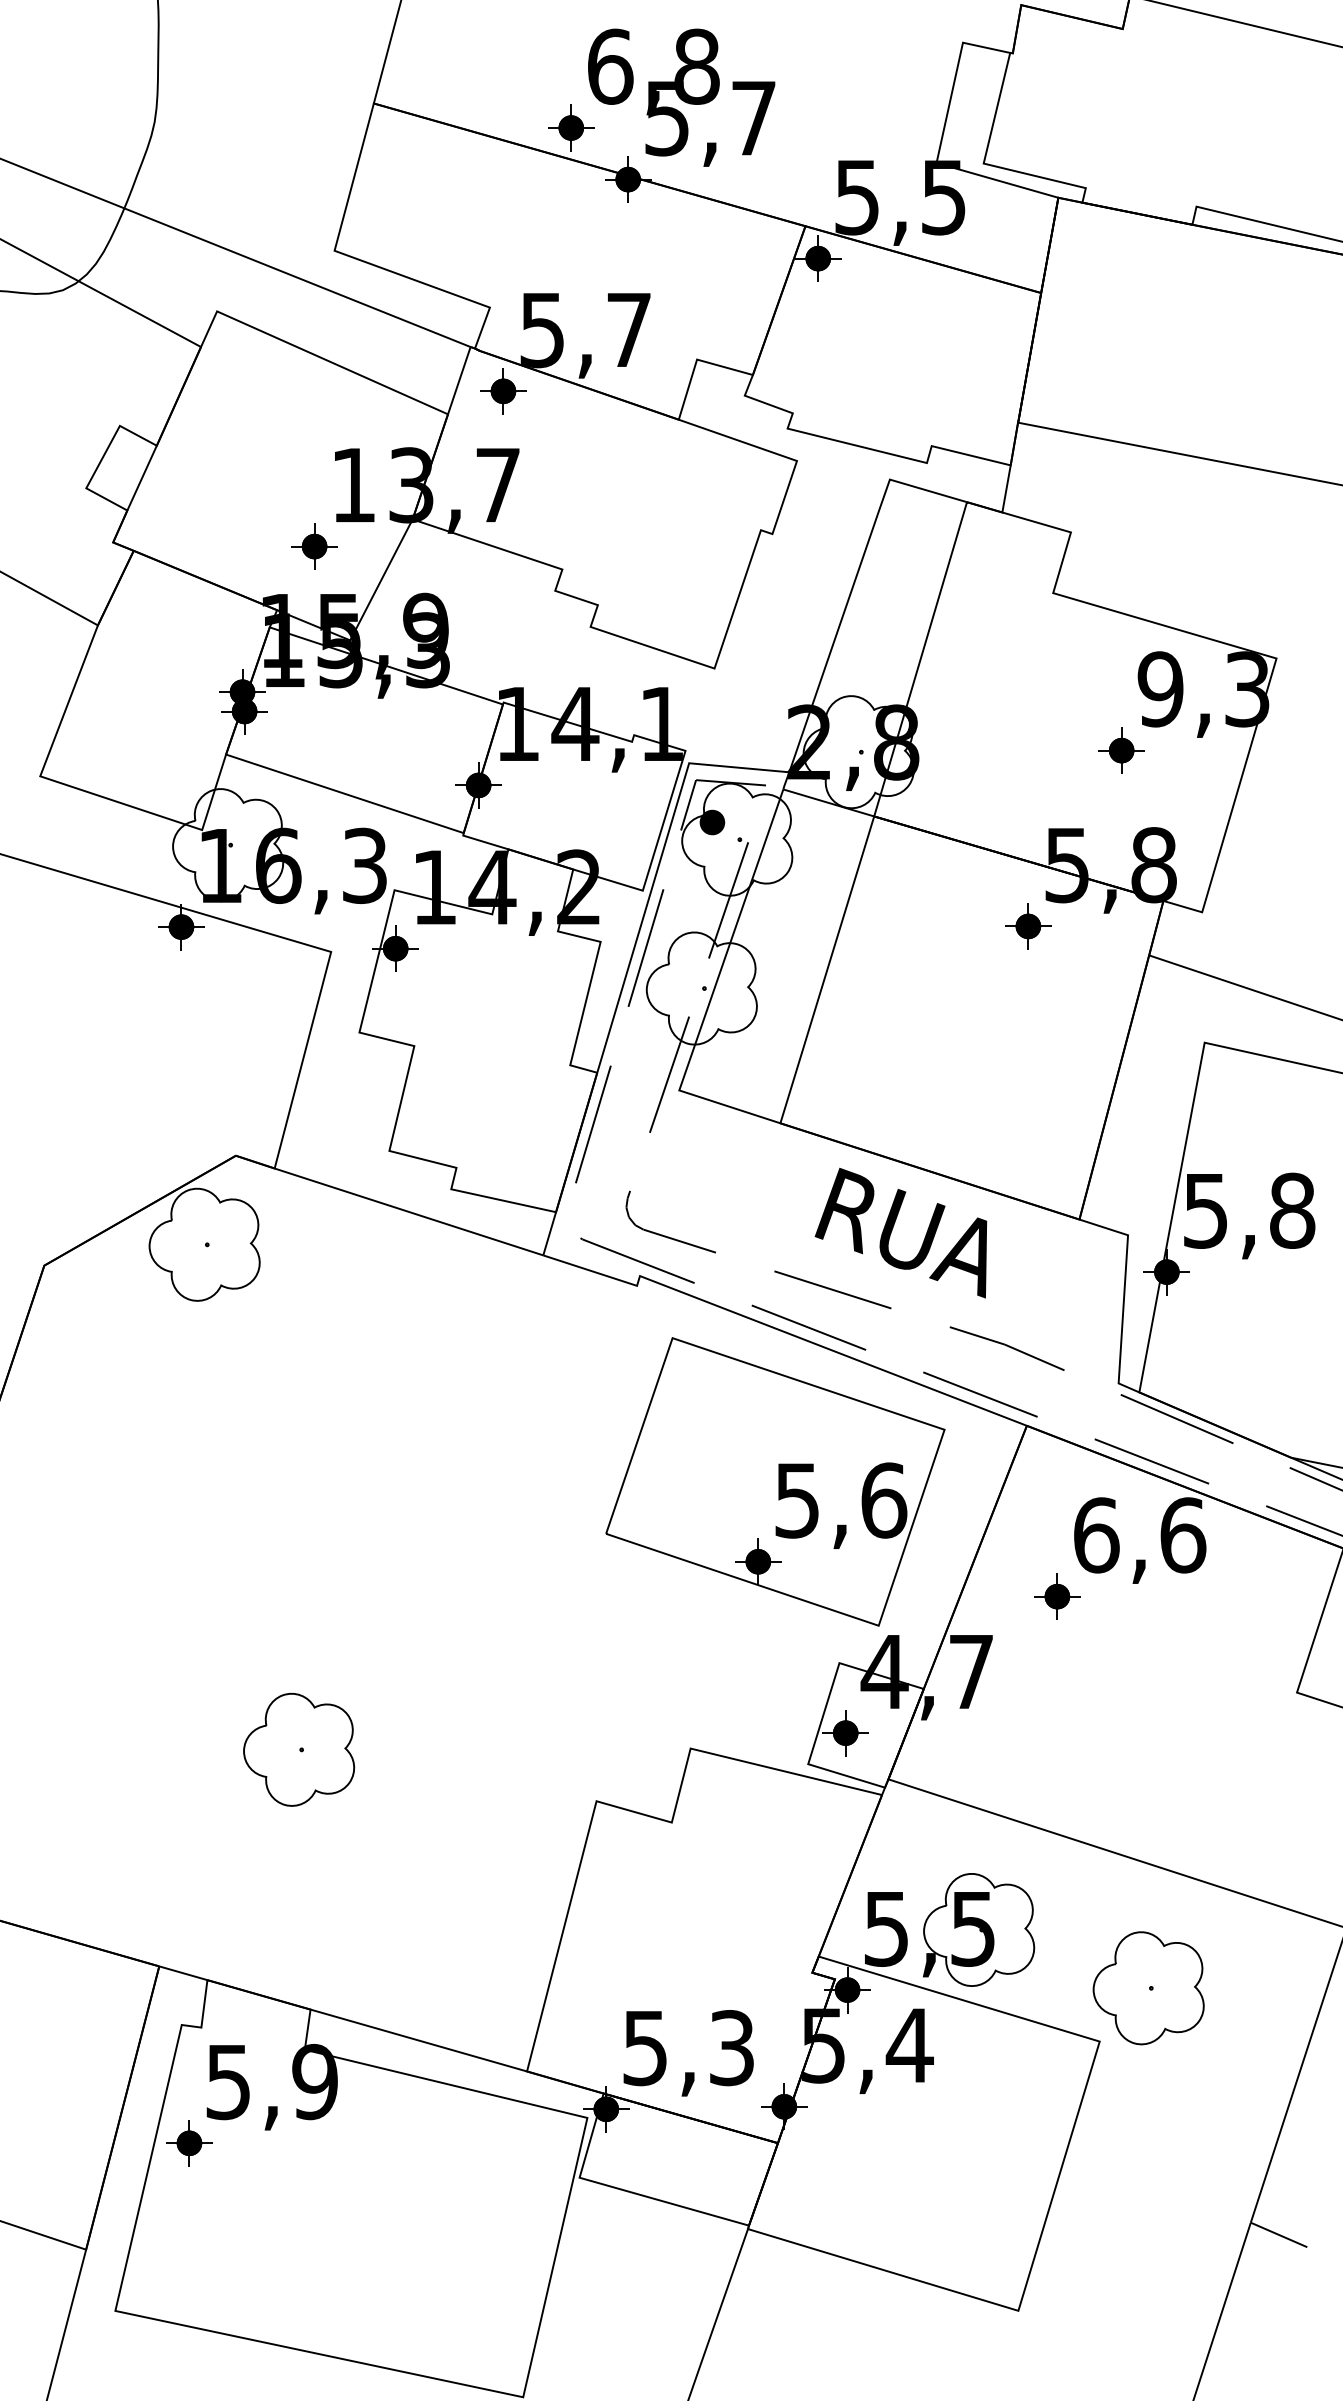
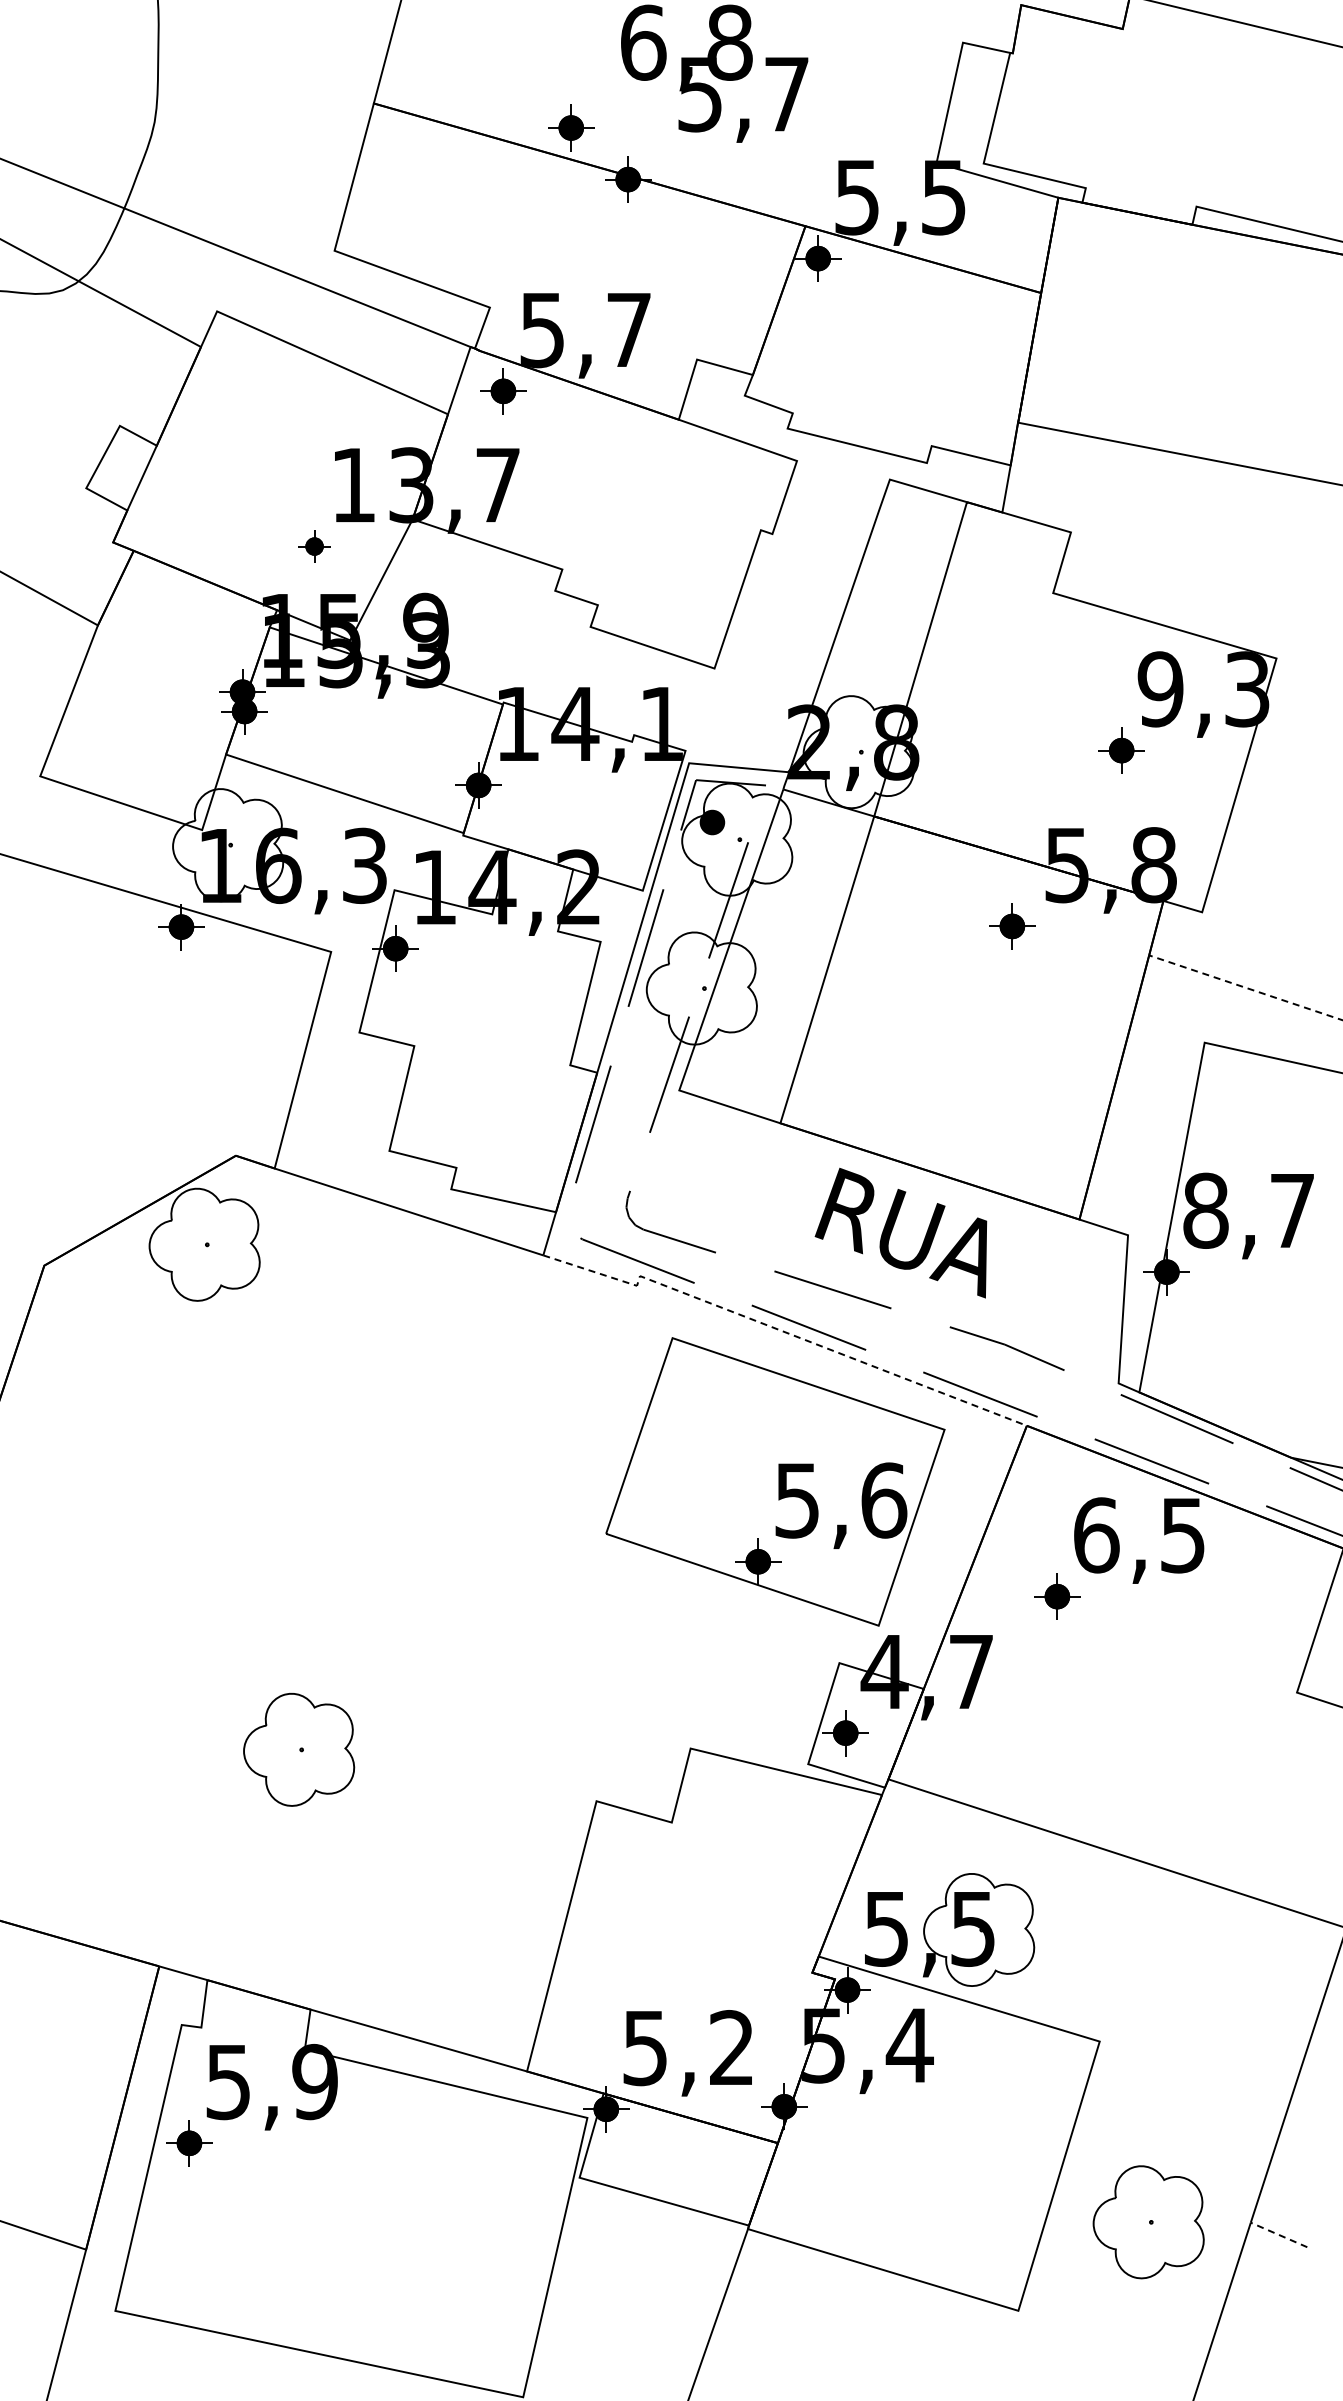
text at (681, 97) position: (681, 97) -> (714, 73)
part at (314, 546) size: 47x47 px -> 33x33 px
part at (1028, 926) position: (1028, 926) -> (1012, 926)
line at (1245, 987): solid -> dashed
text at (1249, 1210): 5,8 -> 8,7
line at (781, 1330): solid -> dashed
text at (1183, 1535): 6,6 -> 6,5
part at (1148, 1988) position: (1148, 1988) -> (1148, 2222)
text at (731, 2048): 5,3 -> 5,2
line at (1279, 2234): solid -> dashed
